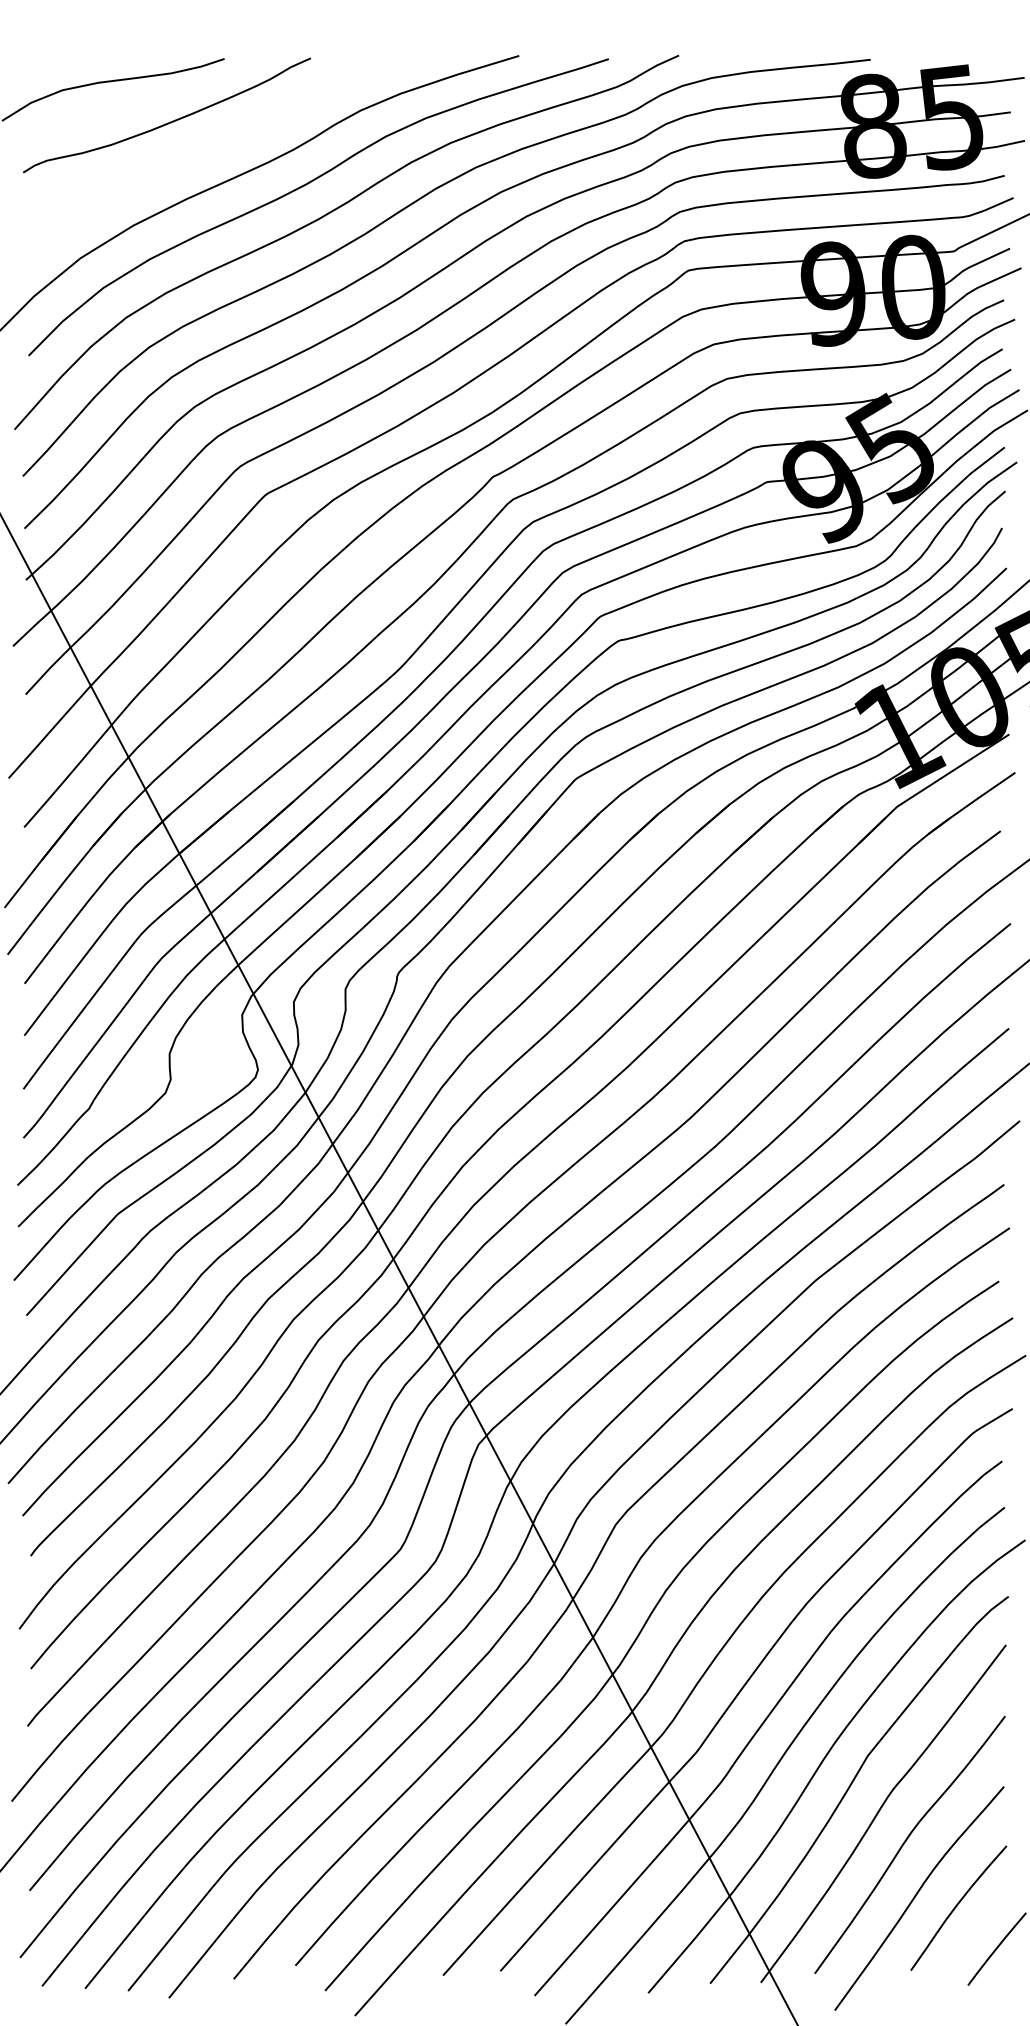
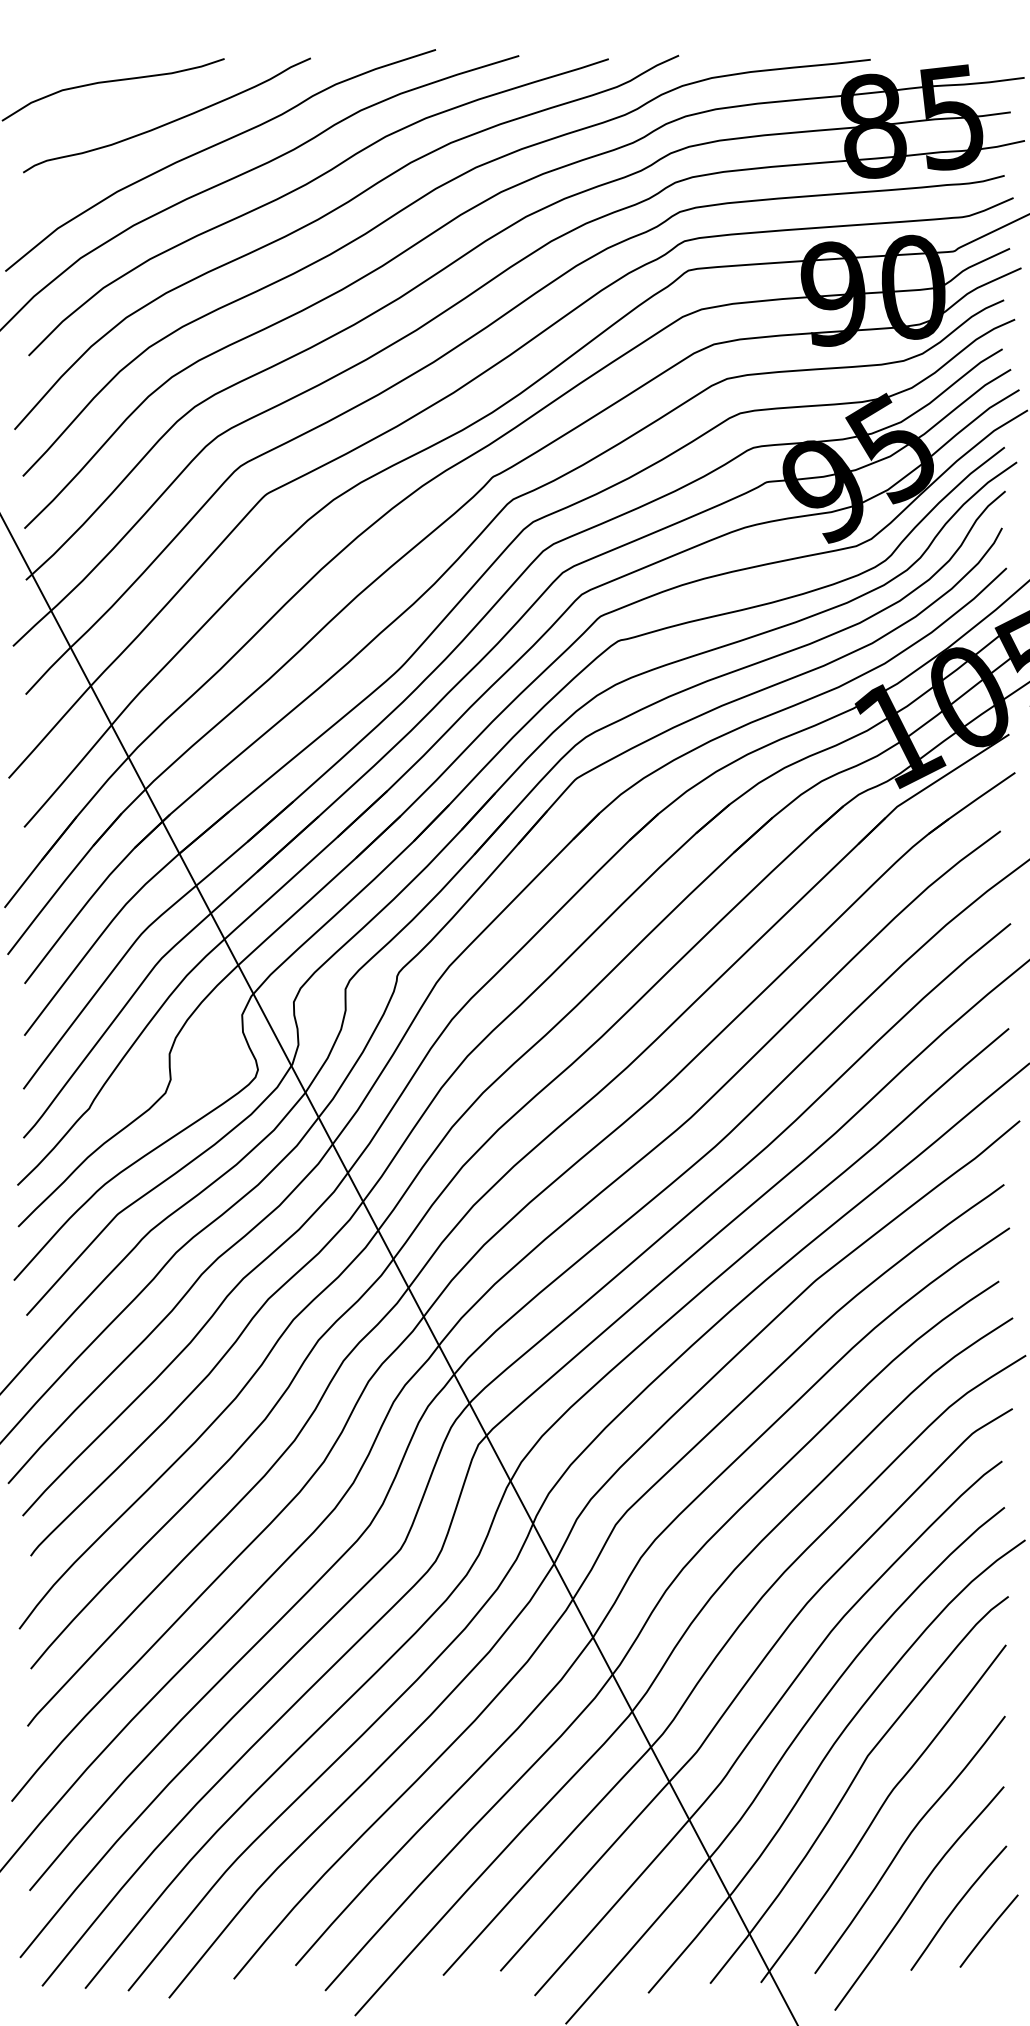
curve at (215, 146): none -> present
line at (996, 1948) position: (996, 1948) -> (988, 1930)
